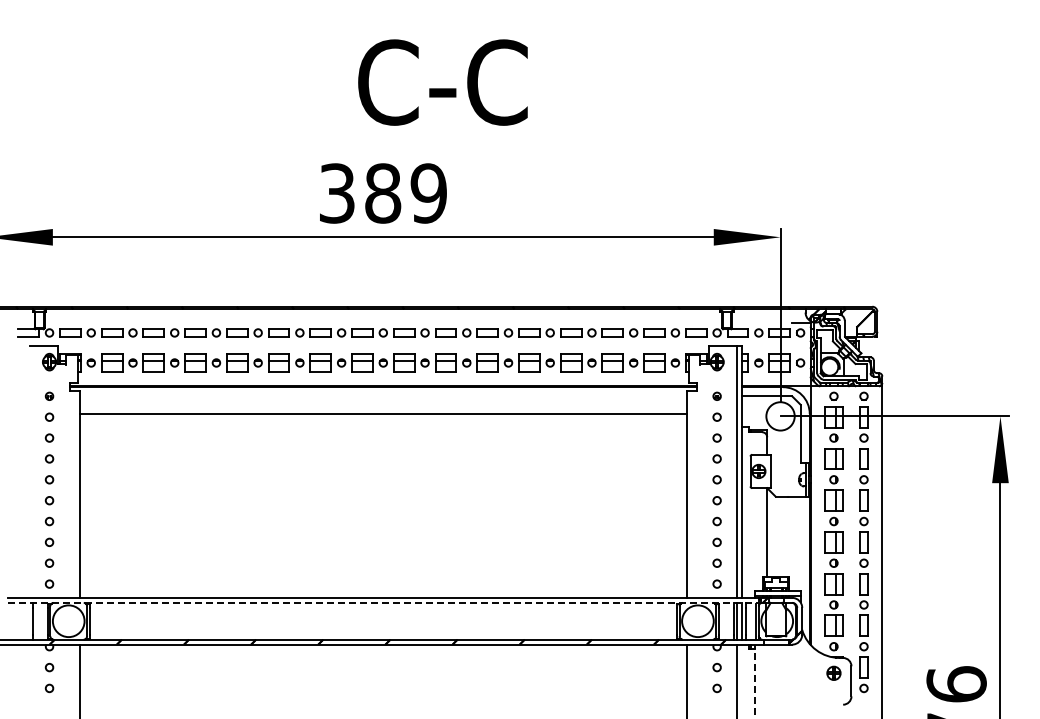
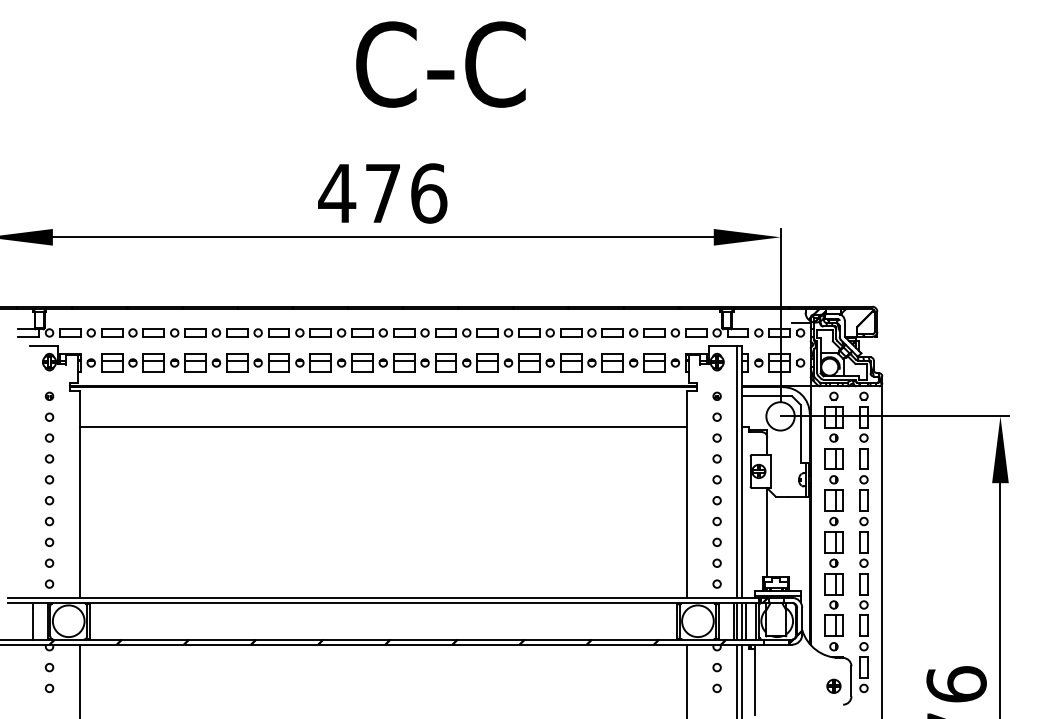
text at (442, 82) position: (442, 82) -> (440, 64)
text at (382, 193): 389 -> 476
line at (383, 414) position: (383, 414) -> (383, 427)
line at (383, 602): dashed -> solid
part at (833, 672) position: (833, 672) -> (833, 685)
line at (742, 679): none -> present
line at (754, 679): dashed -> solid
